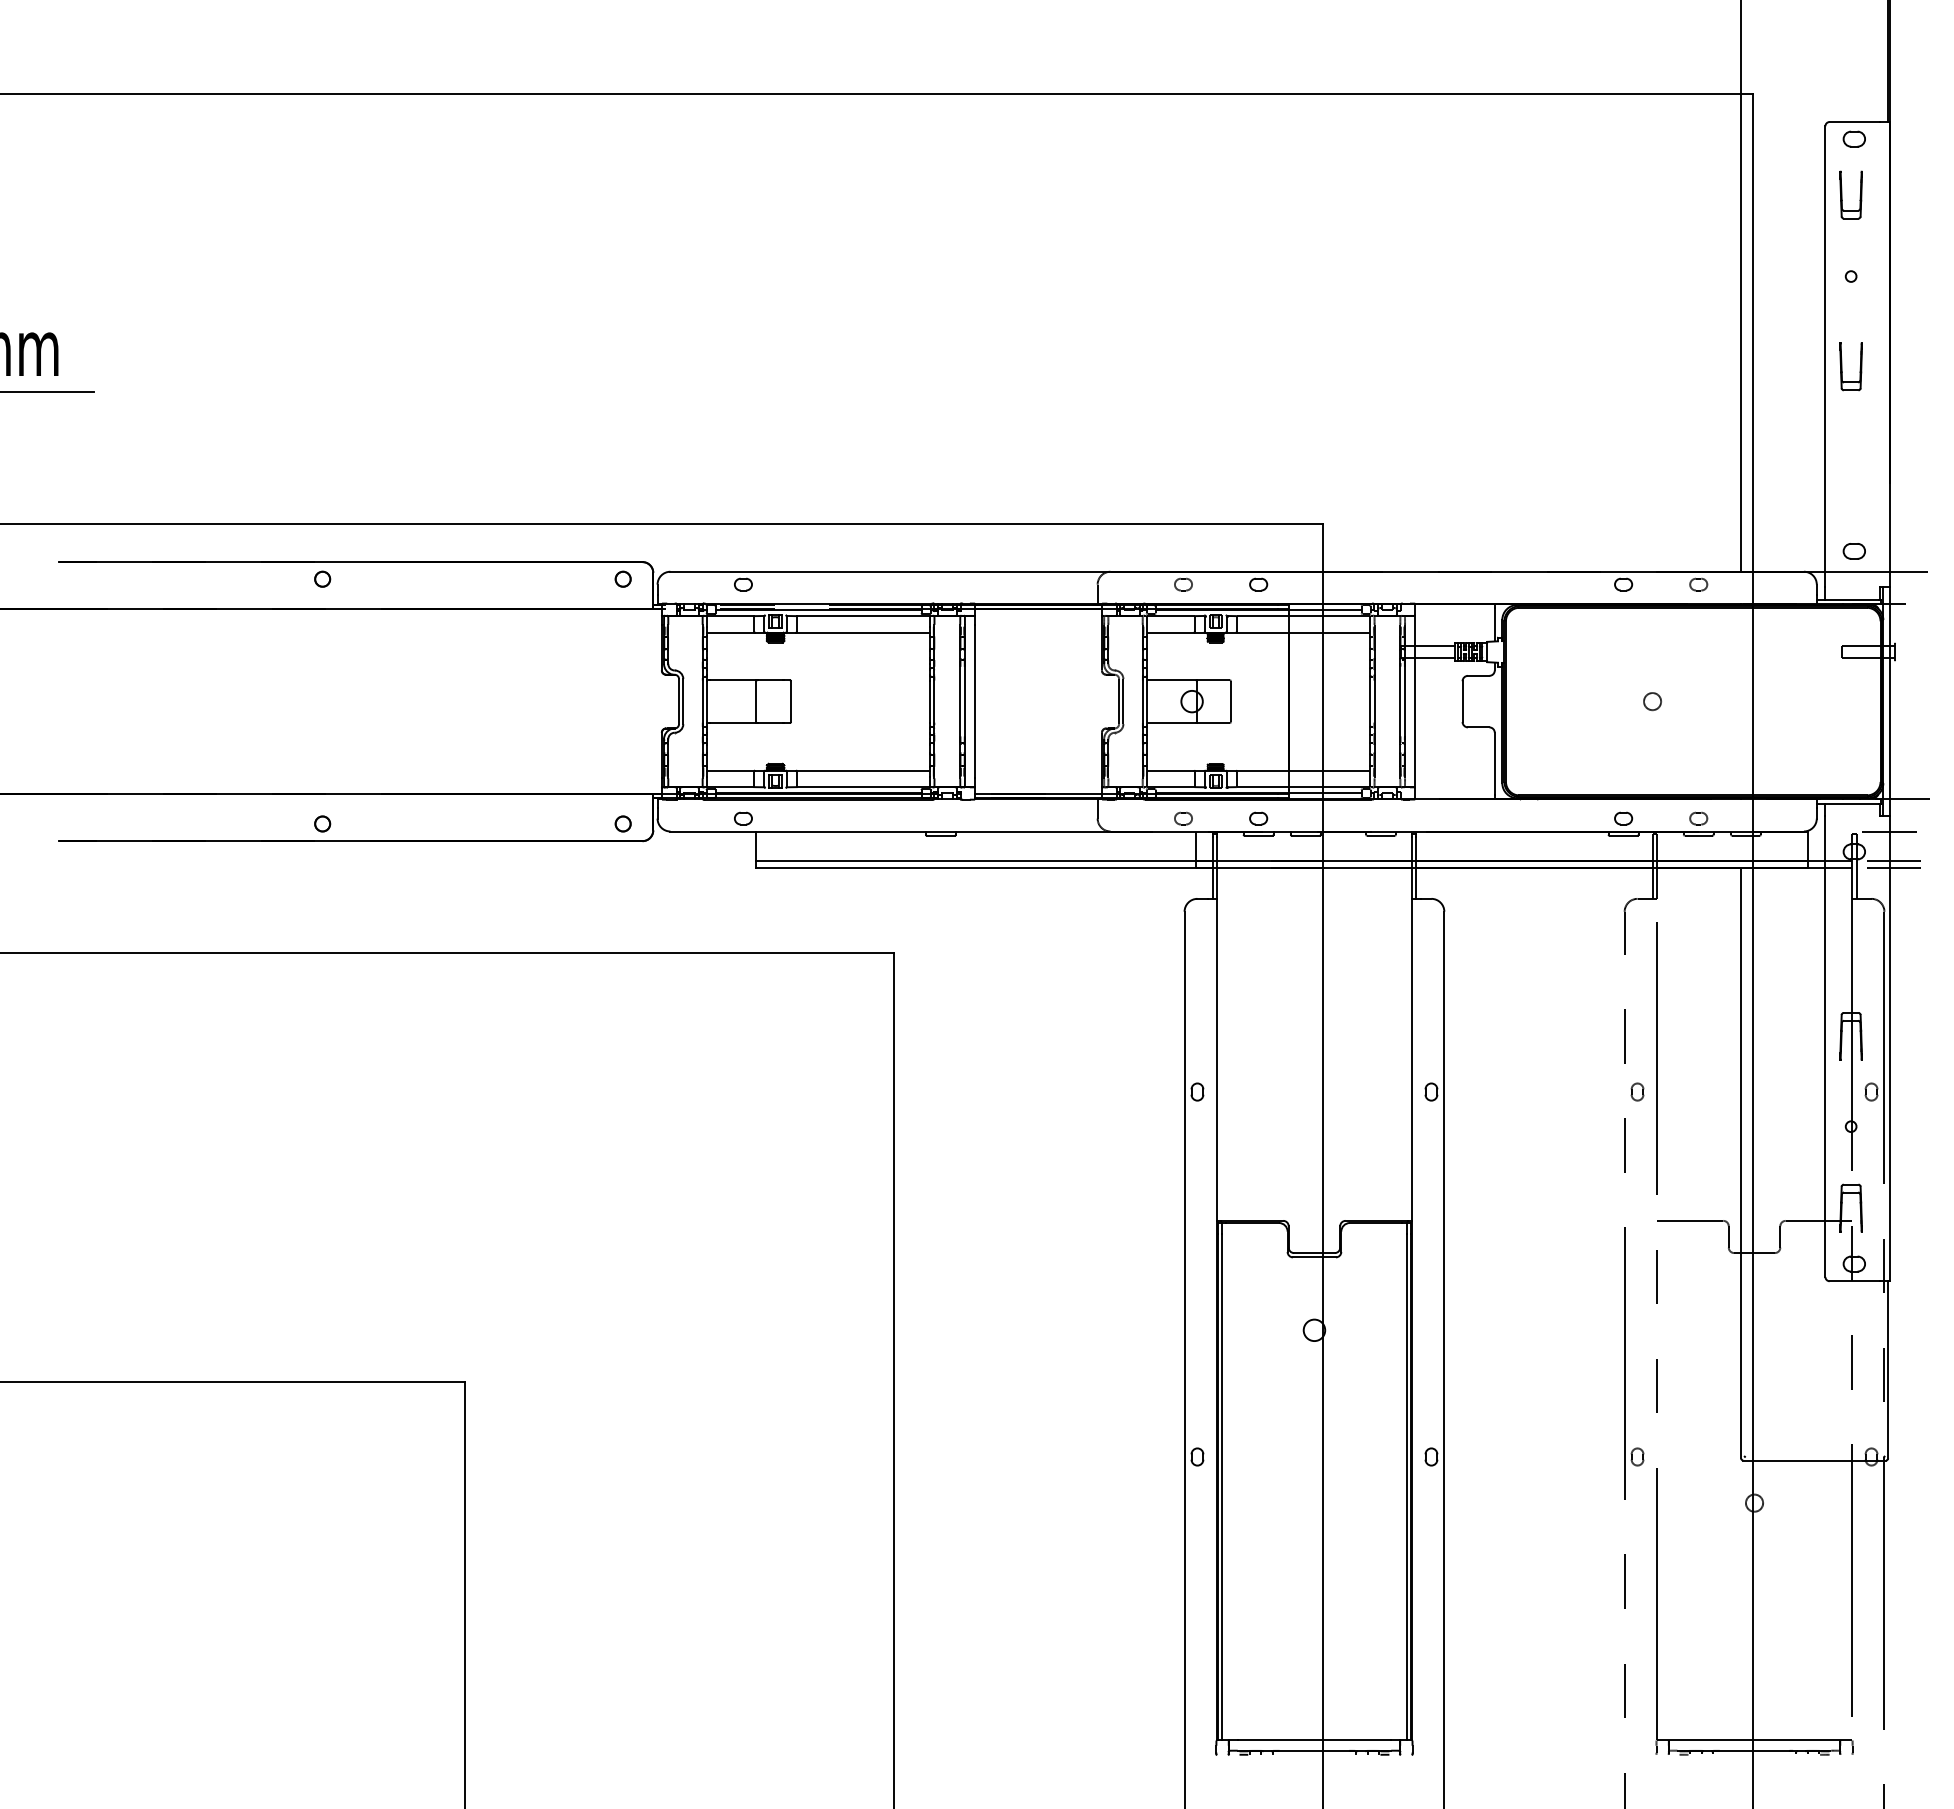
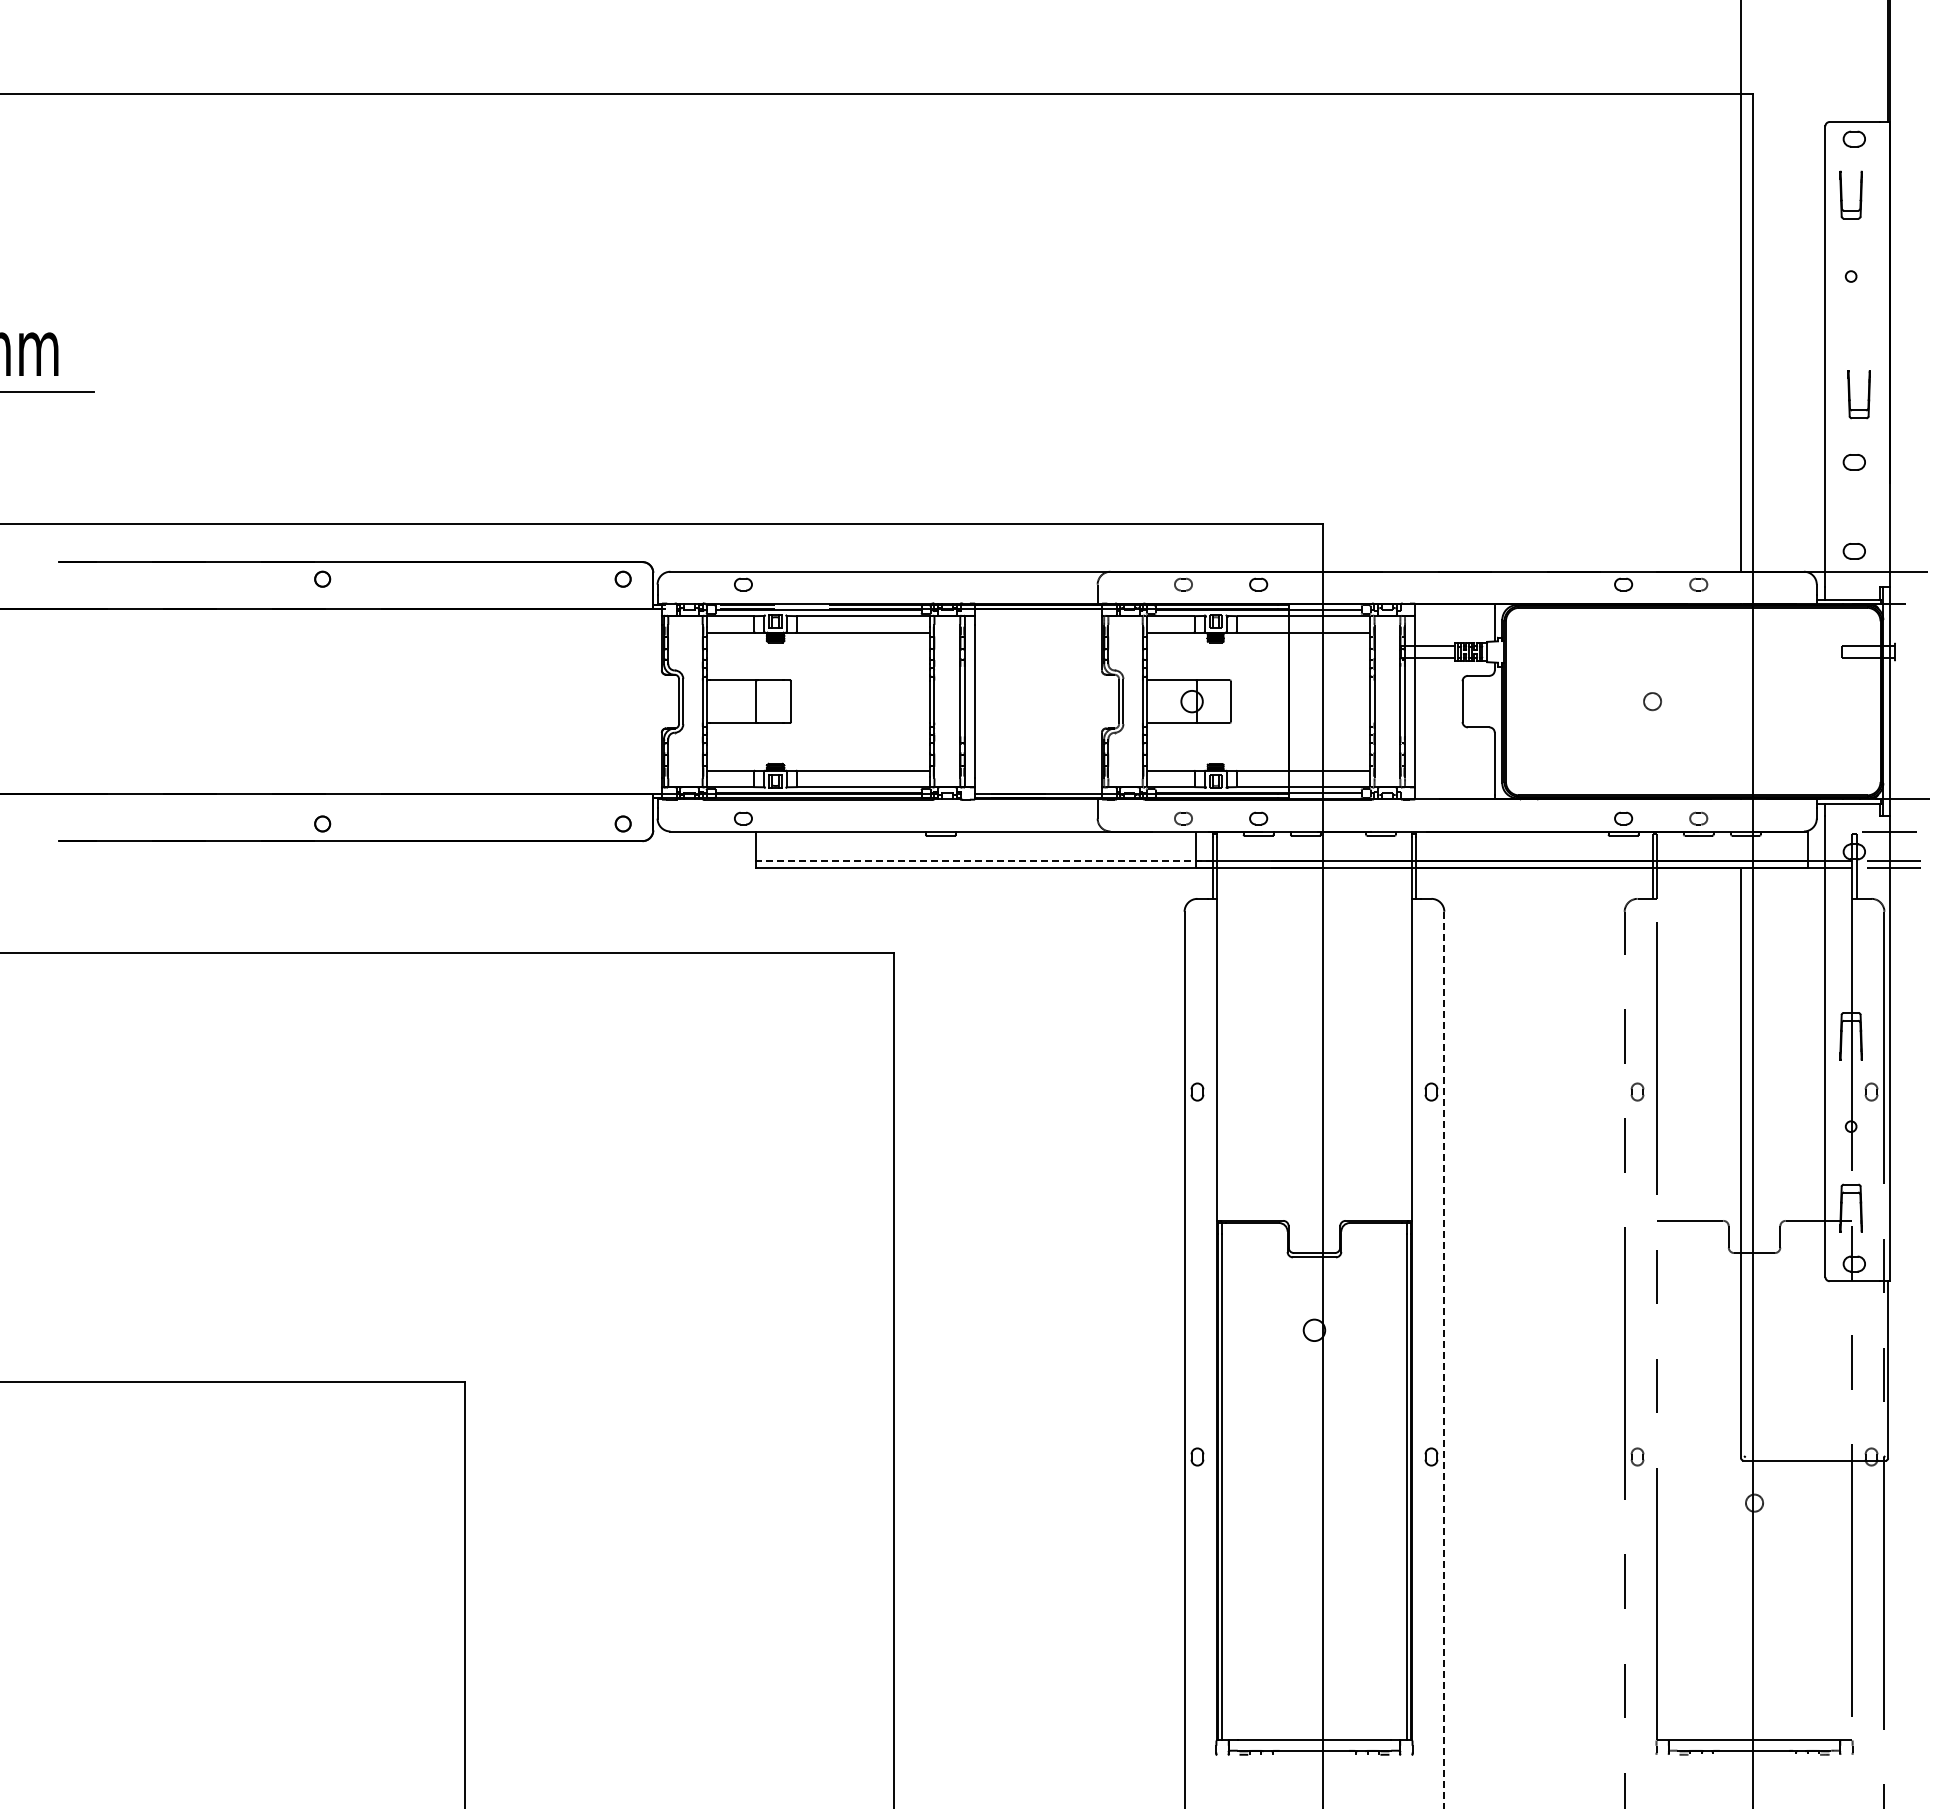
part at (1842, 366) position: (1842, 366) -> (1850, 394)
part at (1853, 462): none -> present
line at (983, 861): solid -> dashed
line at (1444, 1360): solid -> dashed
